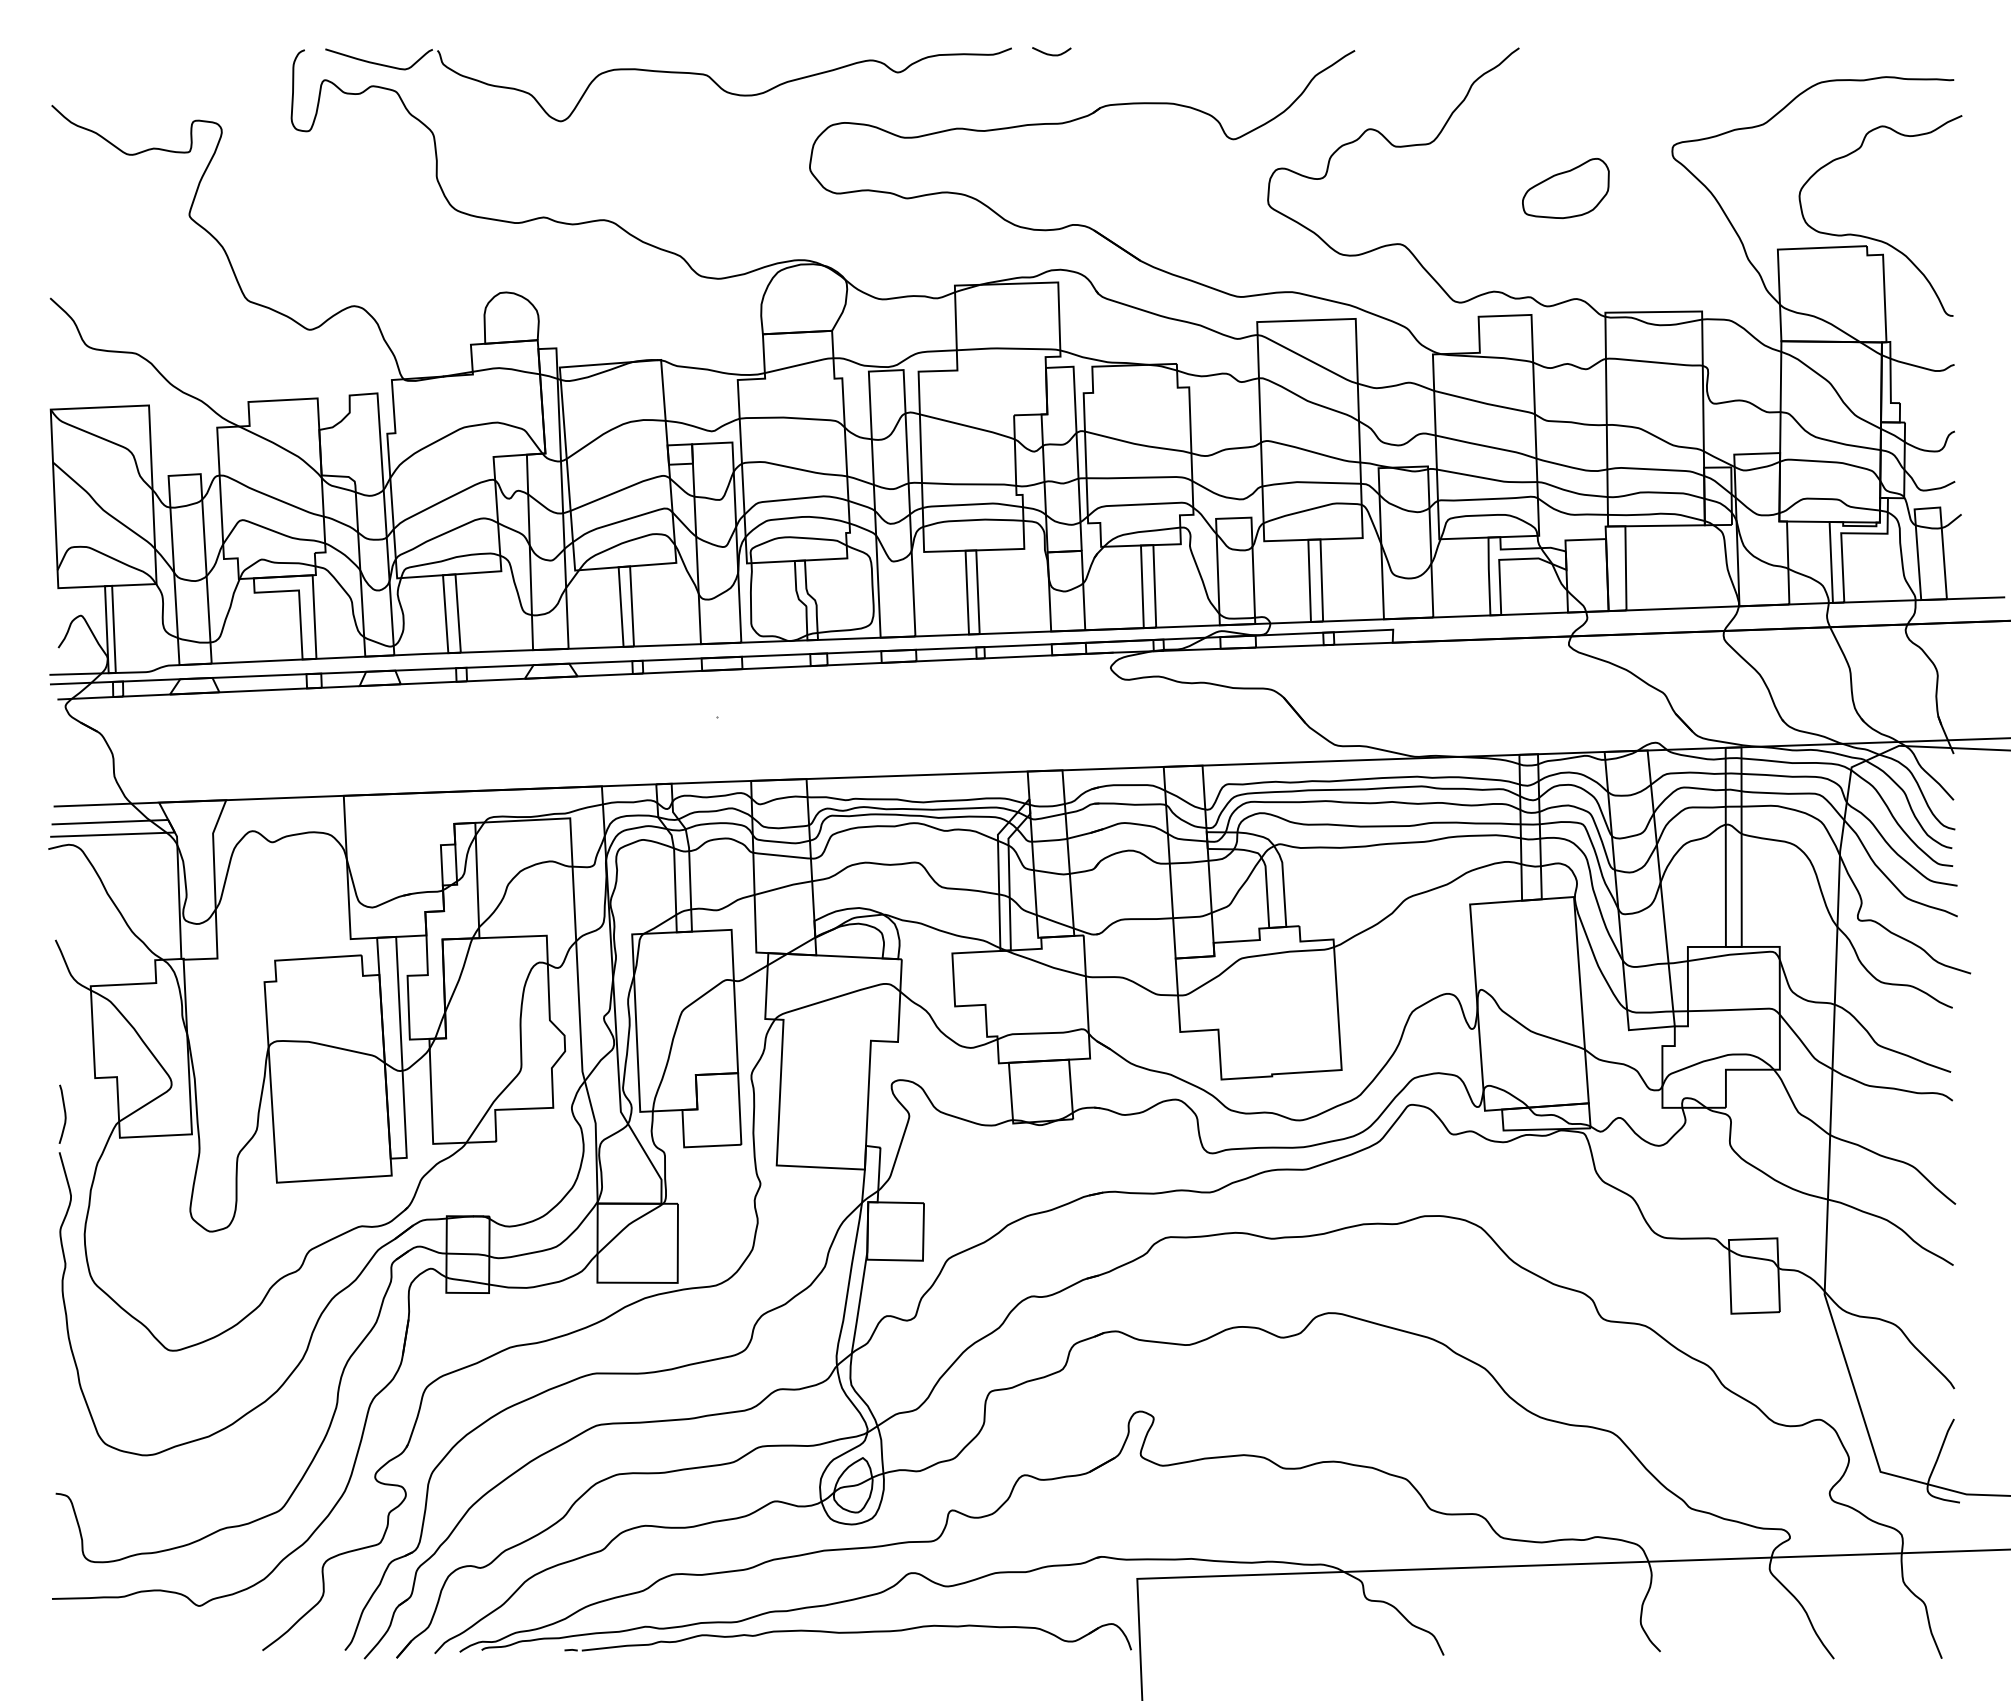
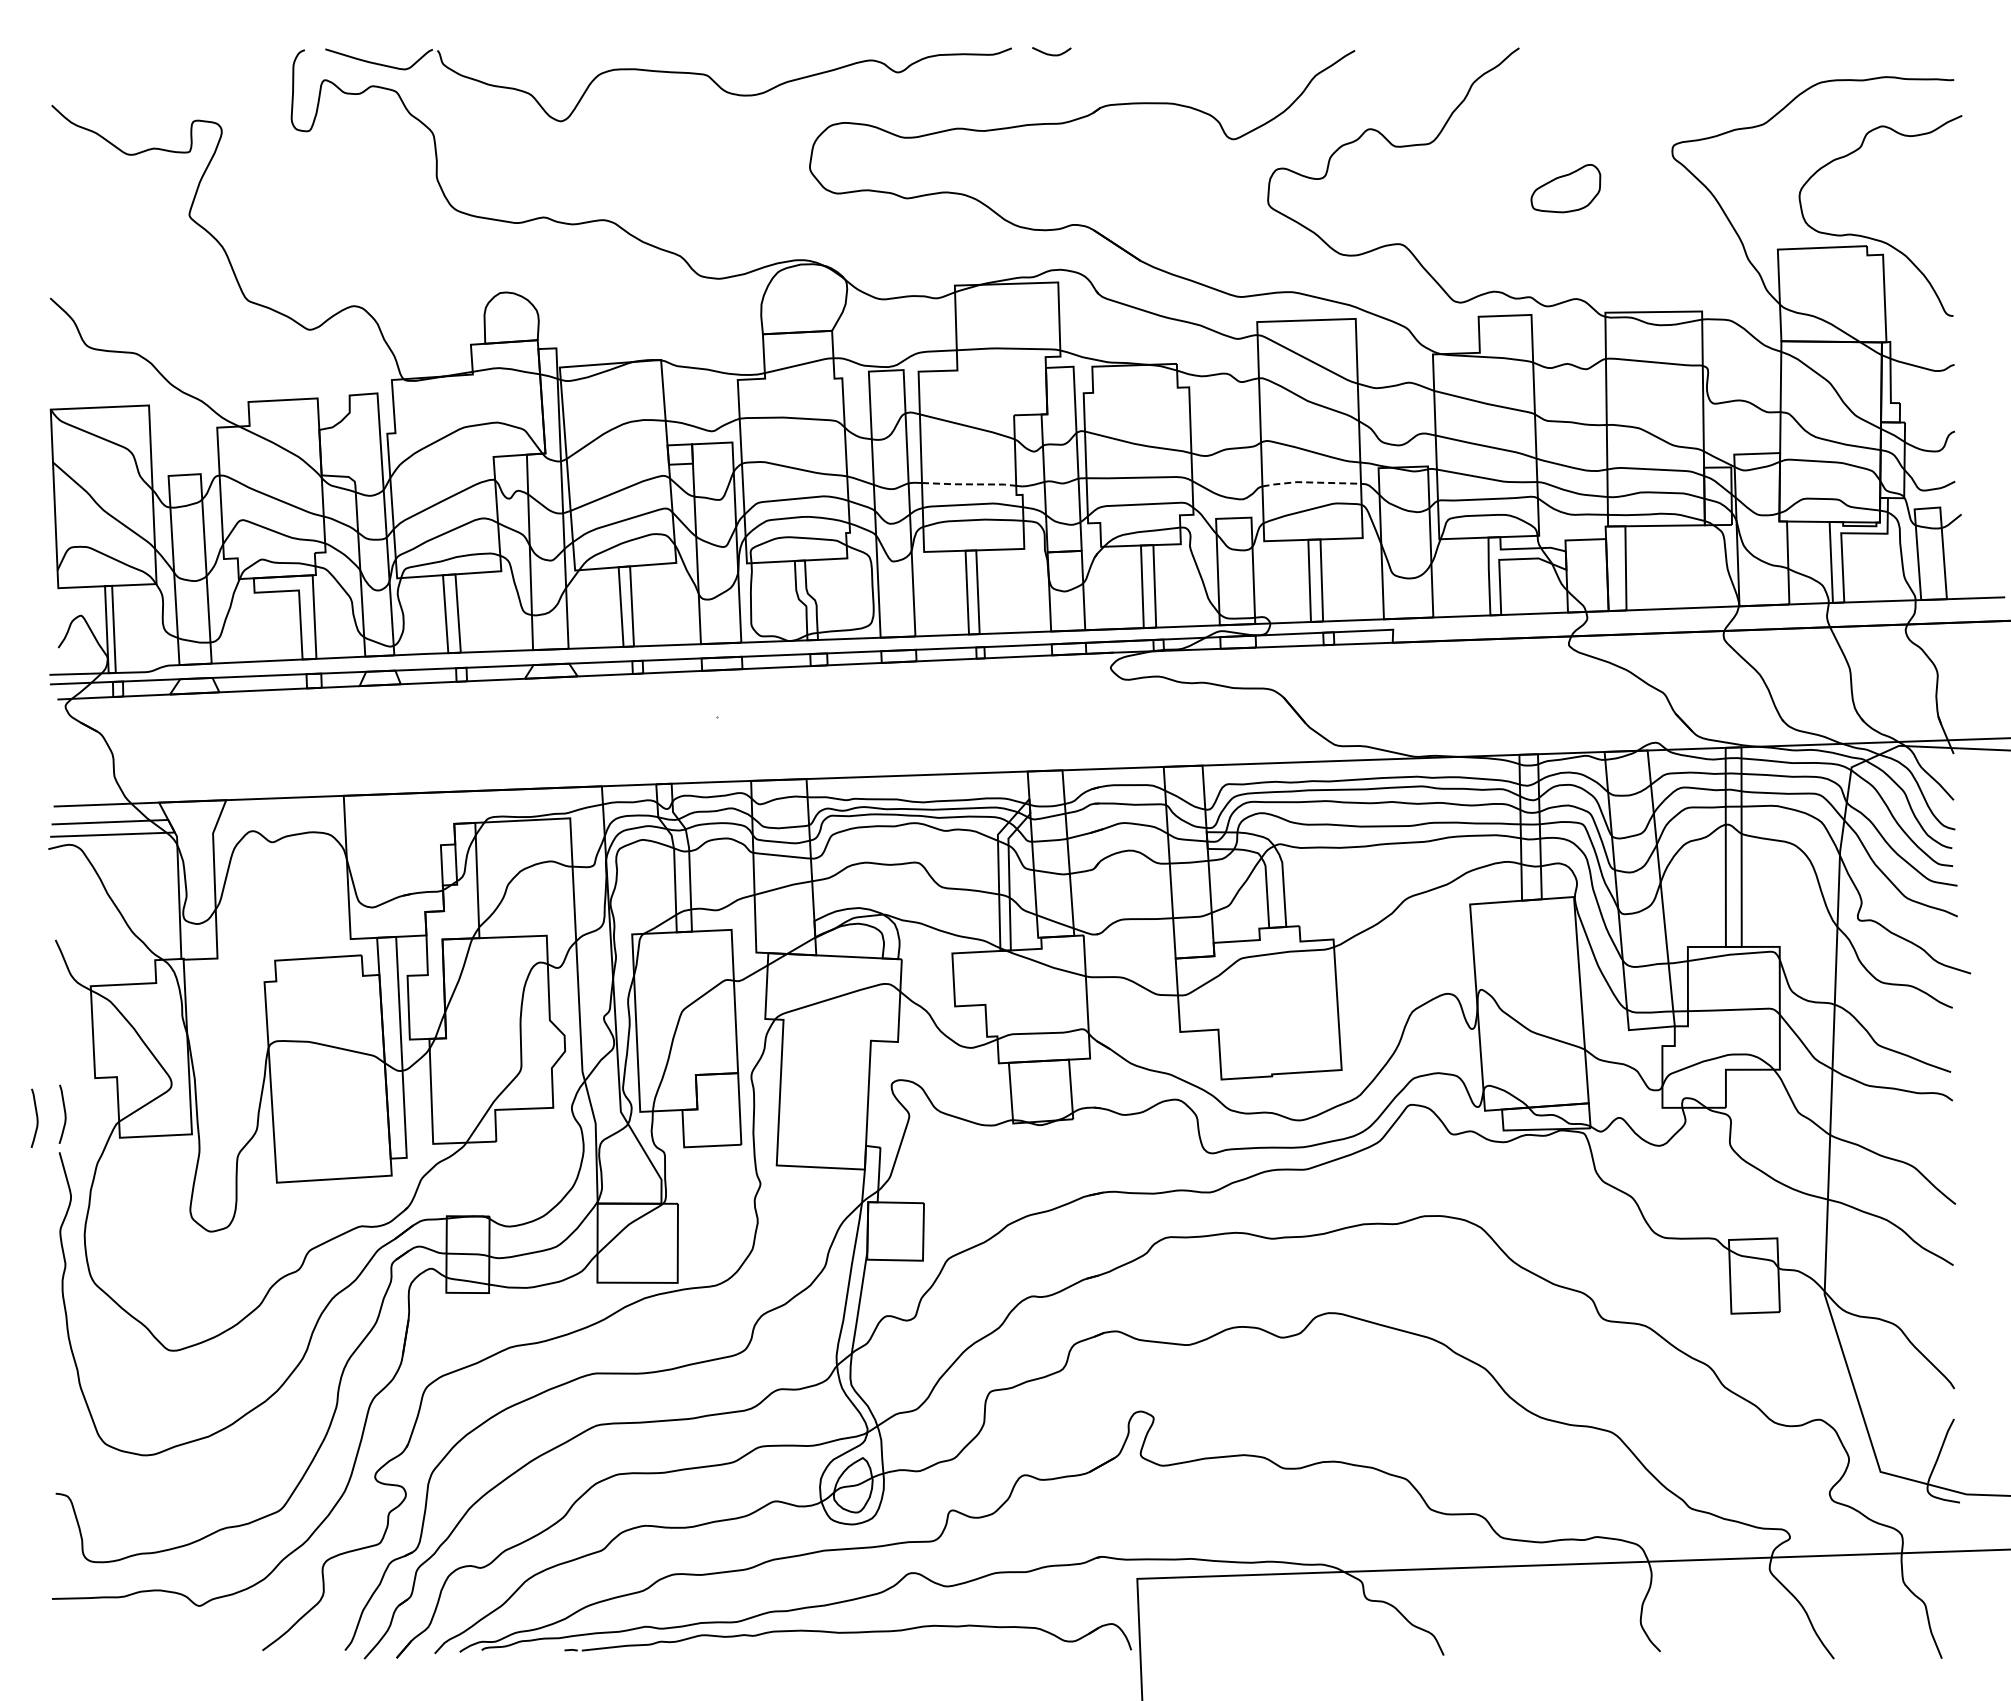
part at (1565, 188) size: 88x62 px -> 72x50 px
line at (1310, 482): solid -> dashed
line at (969, 484): solid -> dashed
curve at (36, 1117): none -> present
